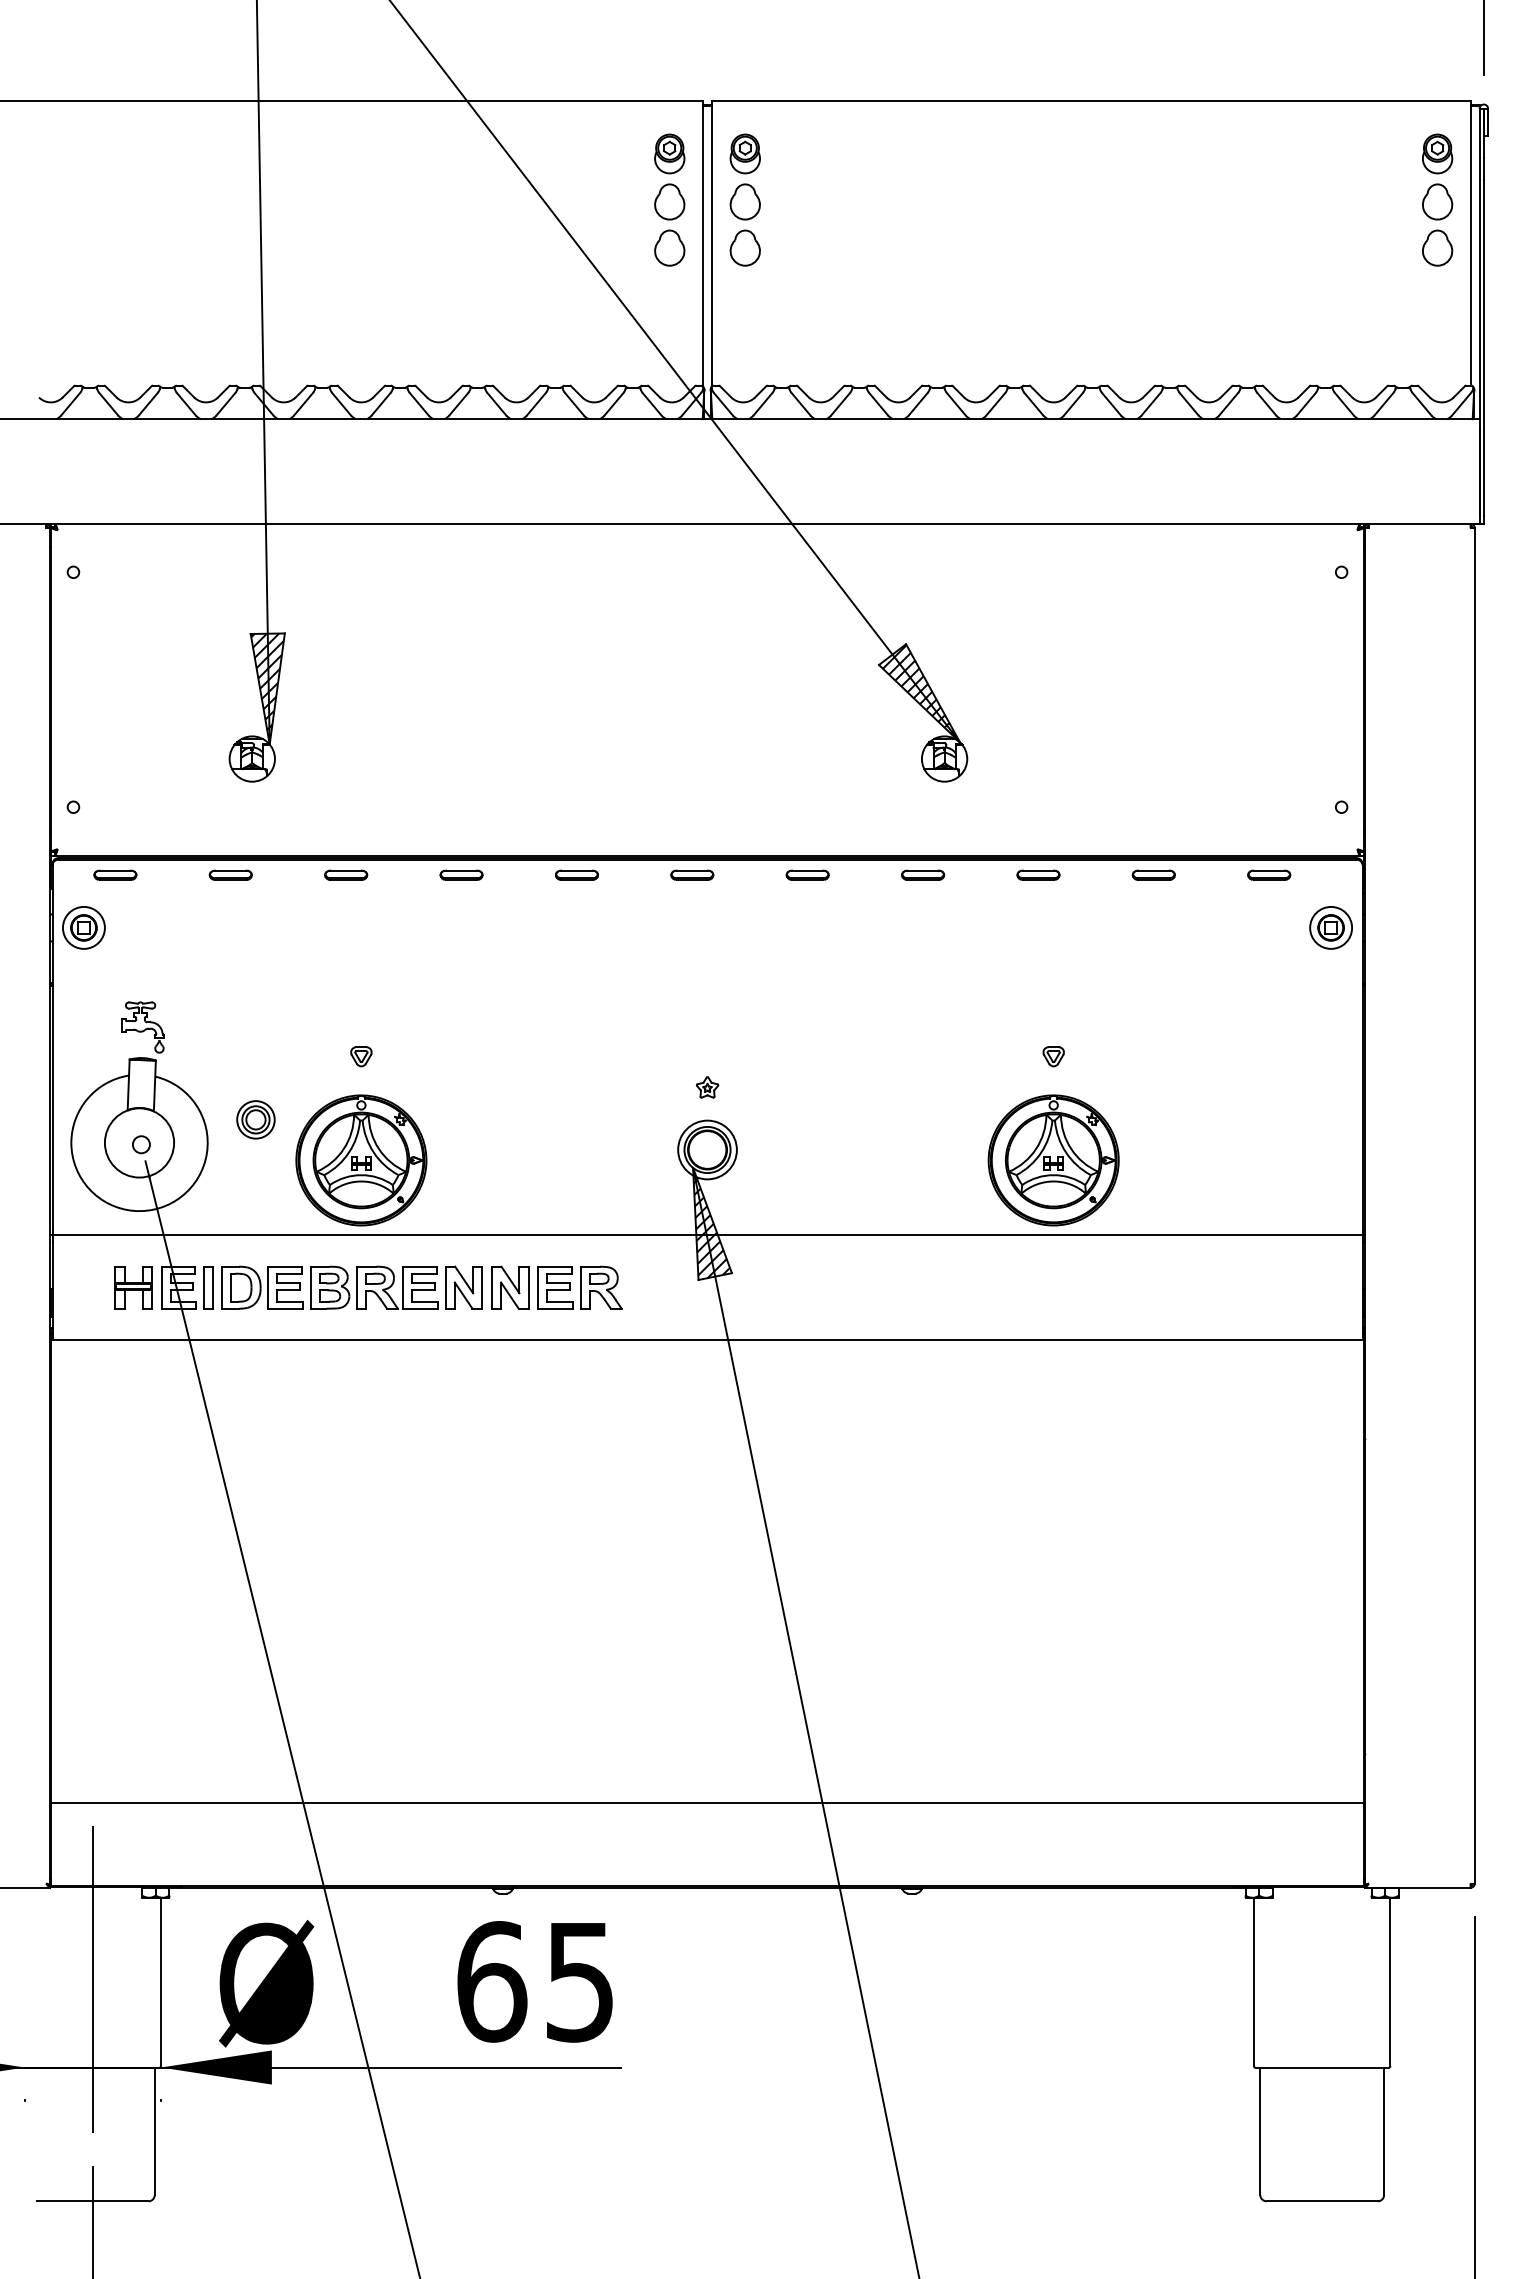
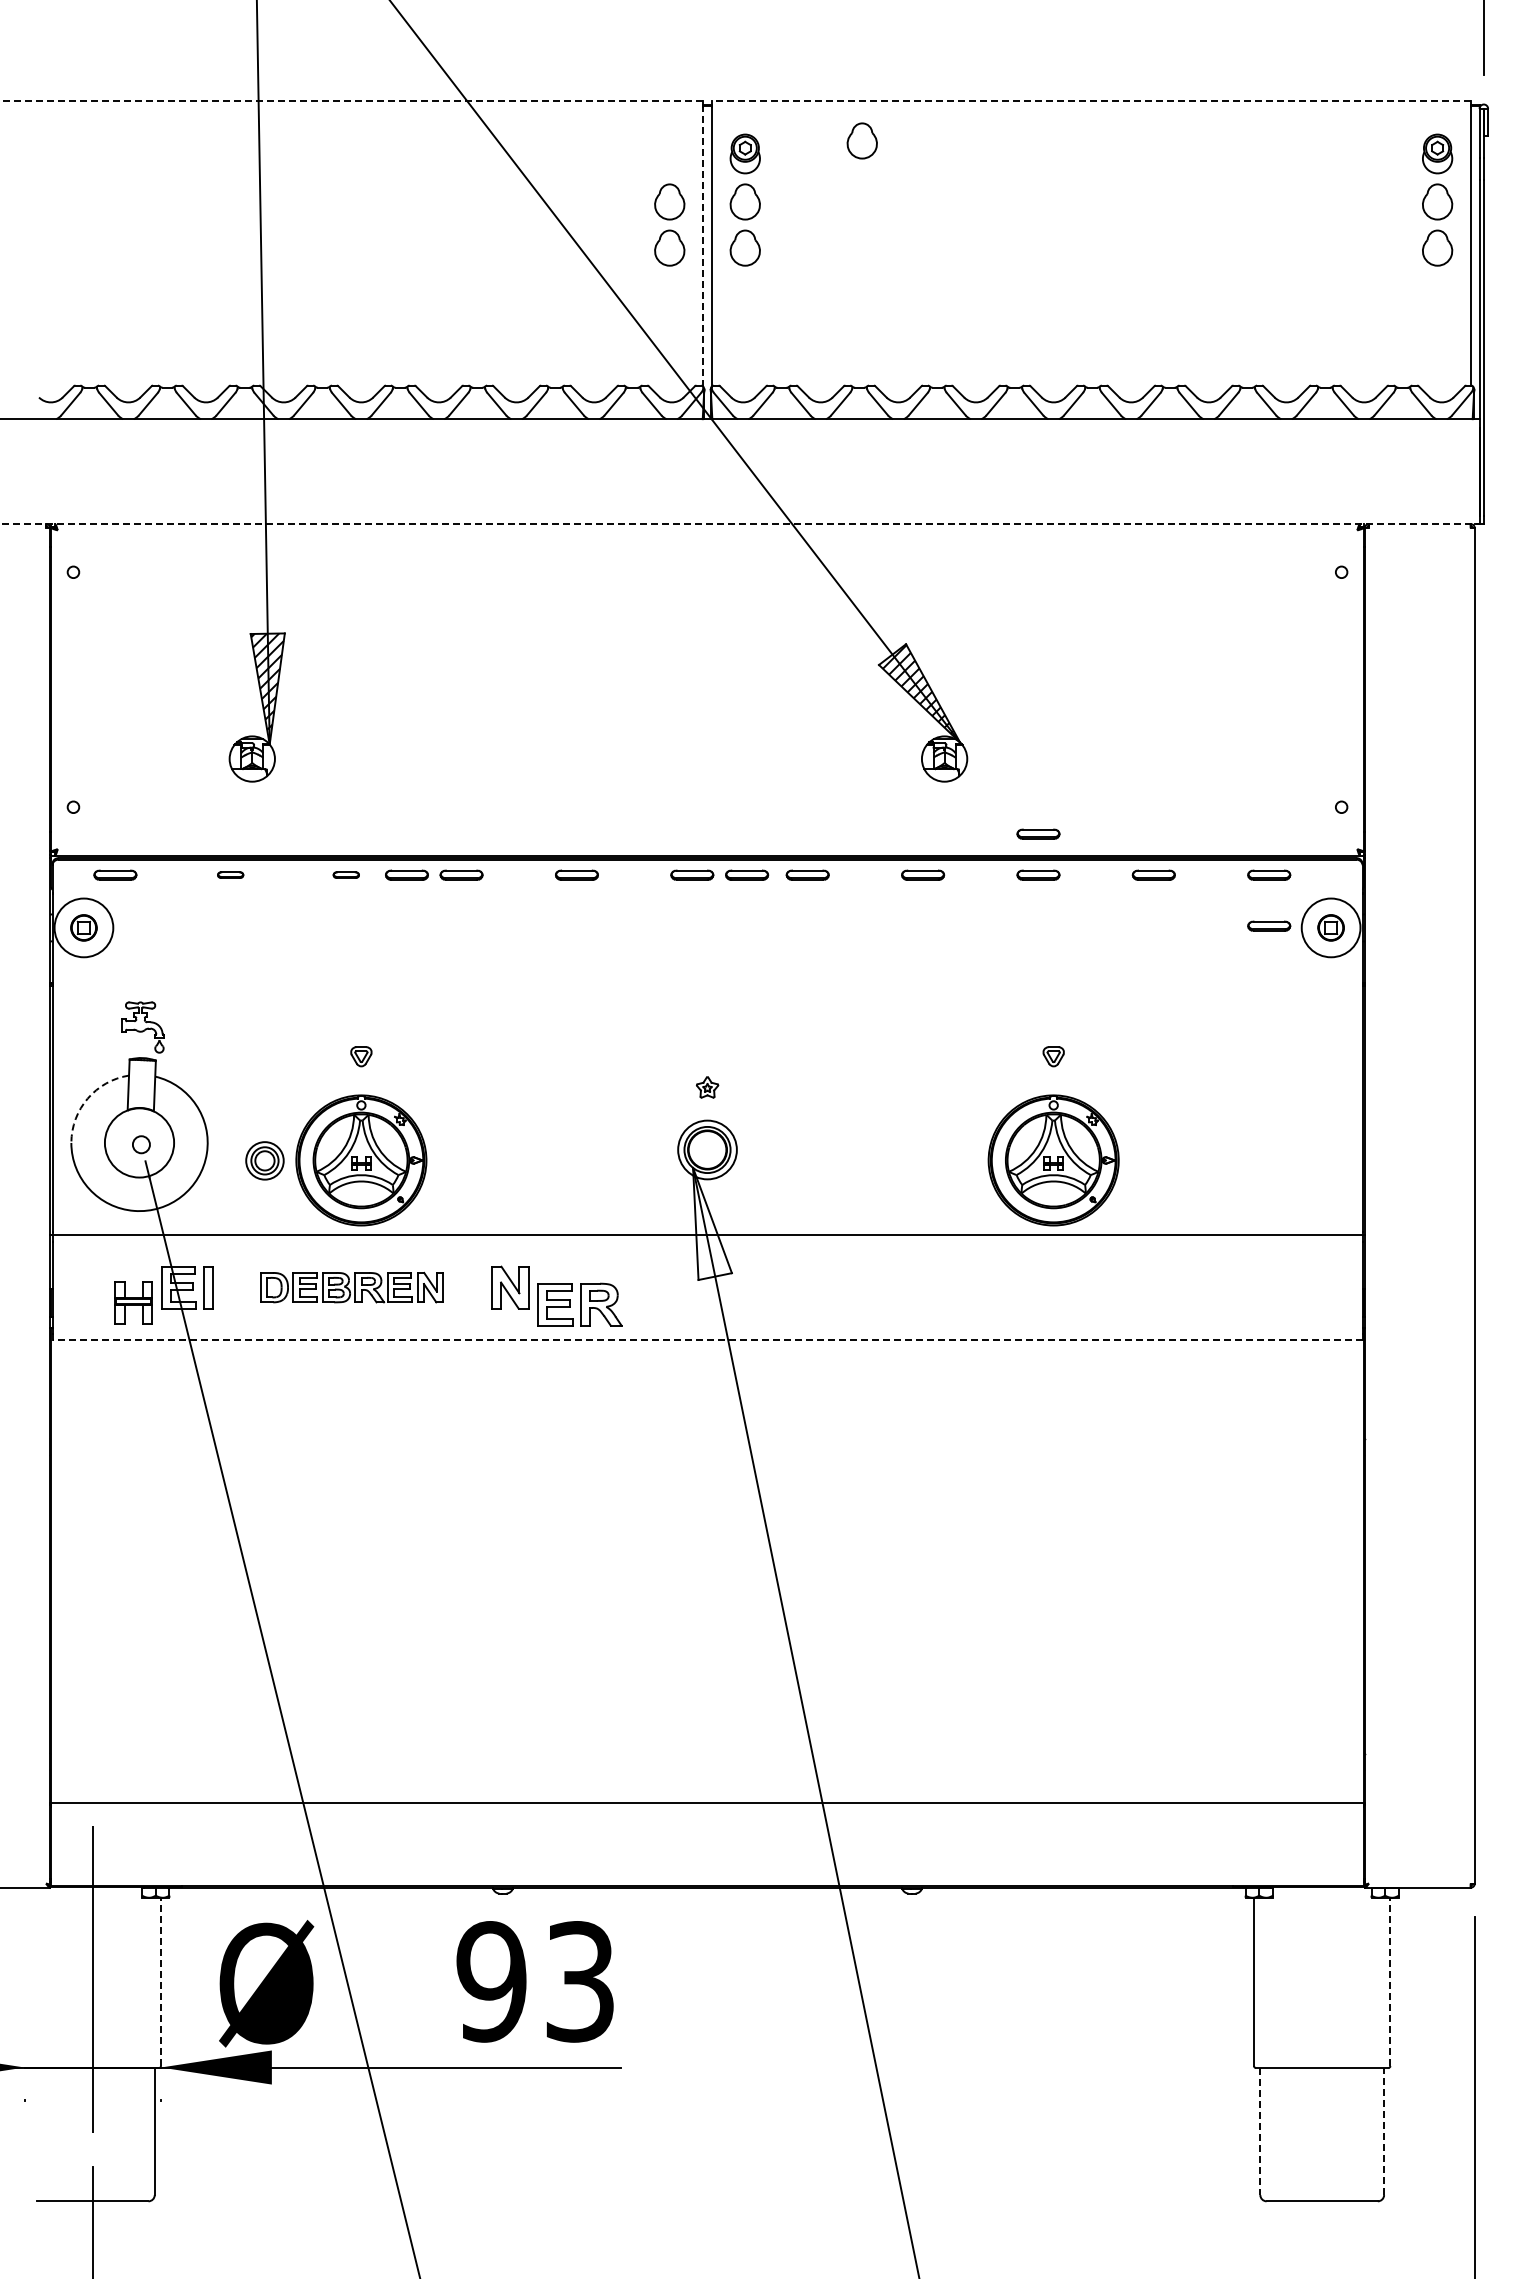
line at (351, 101): solid -> dashed
line at (1091, 101): solid -> dashed
part at (861, 140): none -> present
part at (669, 153): present -> none
line at (703, 247): solid -> dashed
line at (740, 524): solid -> dashed
part at (1038, 833): none -> present
part at (230, 874) size: 45x12 px -> 28x8 px
part at (346, 874) size: 45x12 px -> 28x8 px
part at (406, 874): none -> present
part at (747, 874): none -> present
part at (1269, 925): none -> present
circle at (83, 927) diameter: 42 px -> 59 px
circle at (1331, 927) diameter: 42 px -> 59 px
arc at (87, 1098): solid -> dashed
part at (255, 1119) position: (255, 1119) -> (264, 1160)
hatch at (711, 1224): present -> none
part at (133, 1287) position: (133, 1287) -> (133, 1302)
part at (351, 1287) size: 262x45 px -> 184x33 px
part at (579, 1287) position: (579, 1287) -> (579, 1304)
line at (707, 1340): solid -> dashed
line at (161, 1981): solid -> dashed
text at (534, 1981): 65 -> 93
line at (1390, 1981): solid -> dashed
line at (1384, 2131): solid -> dashed
line at (1260, 2132): solid -> dashed
